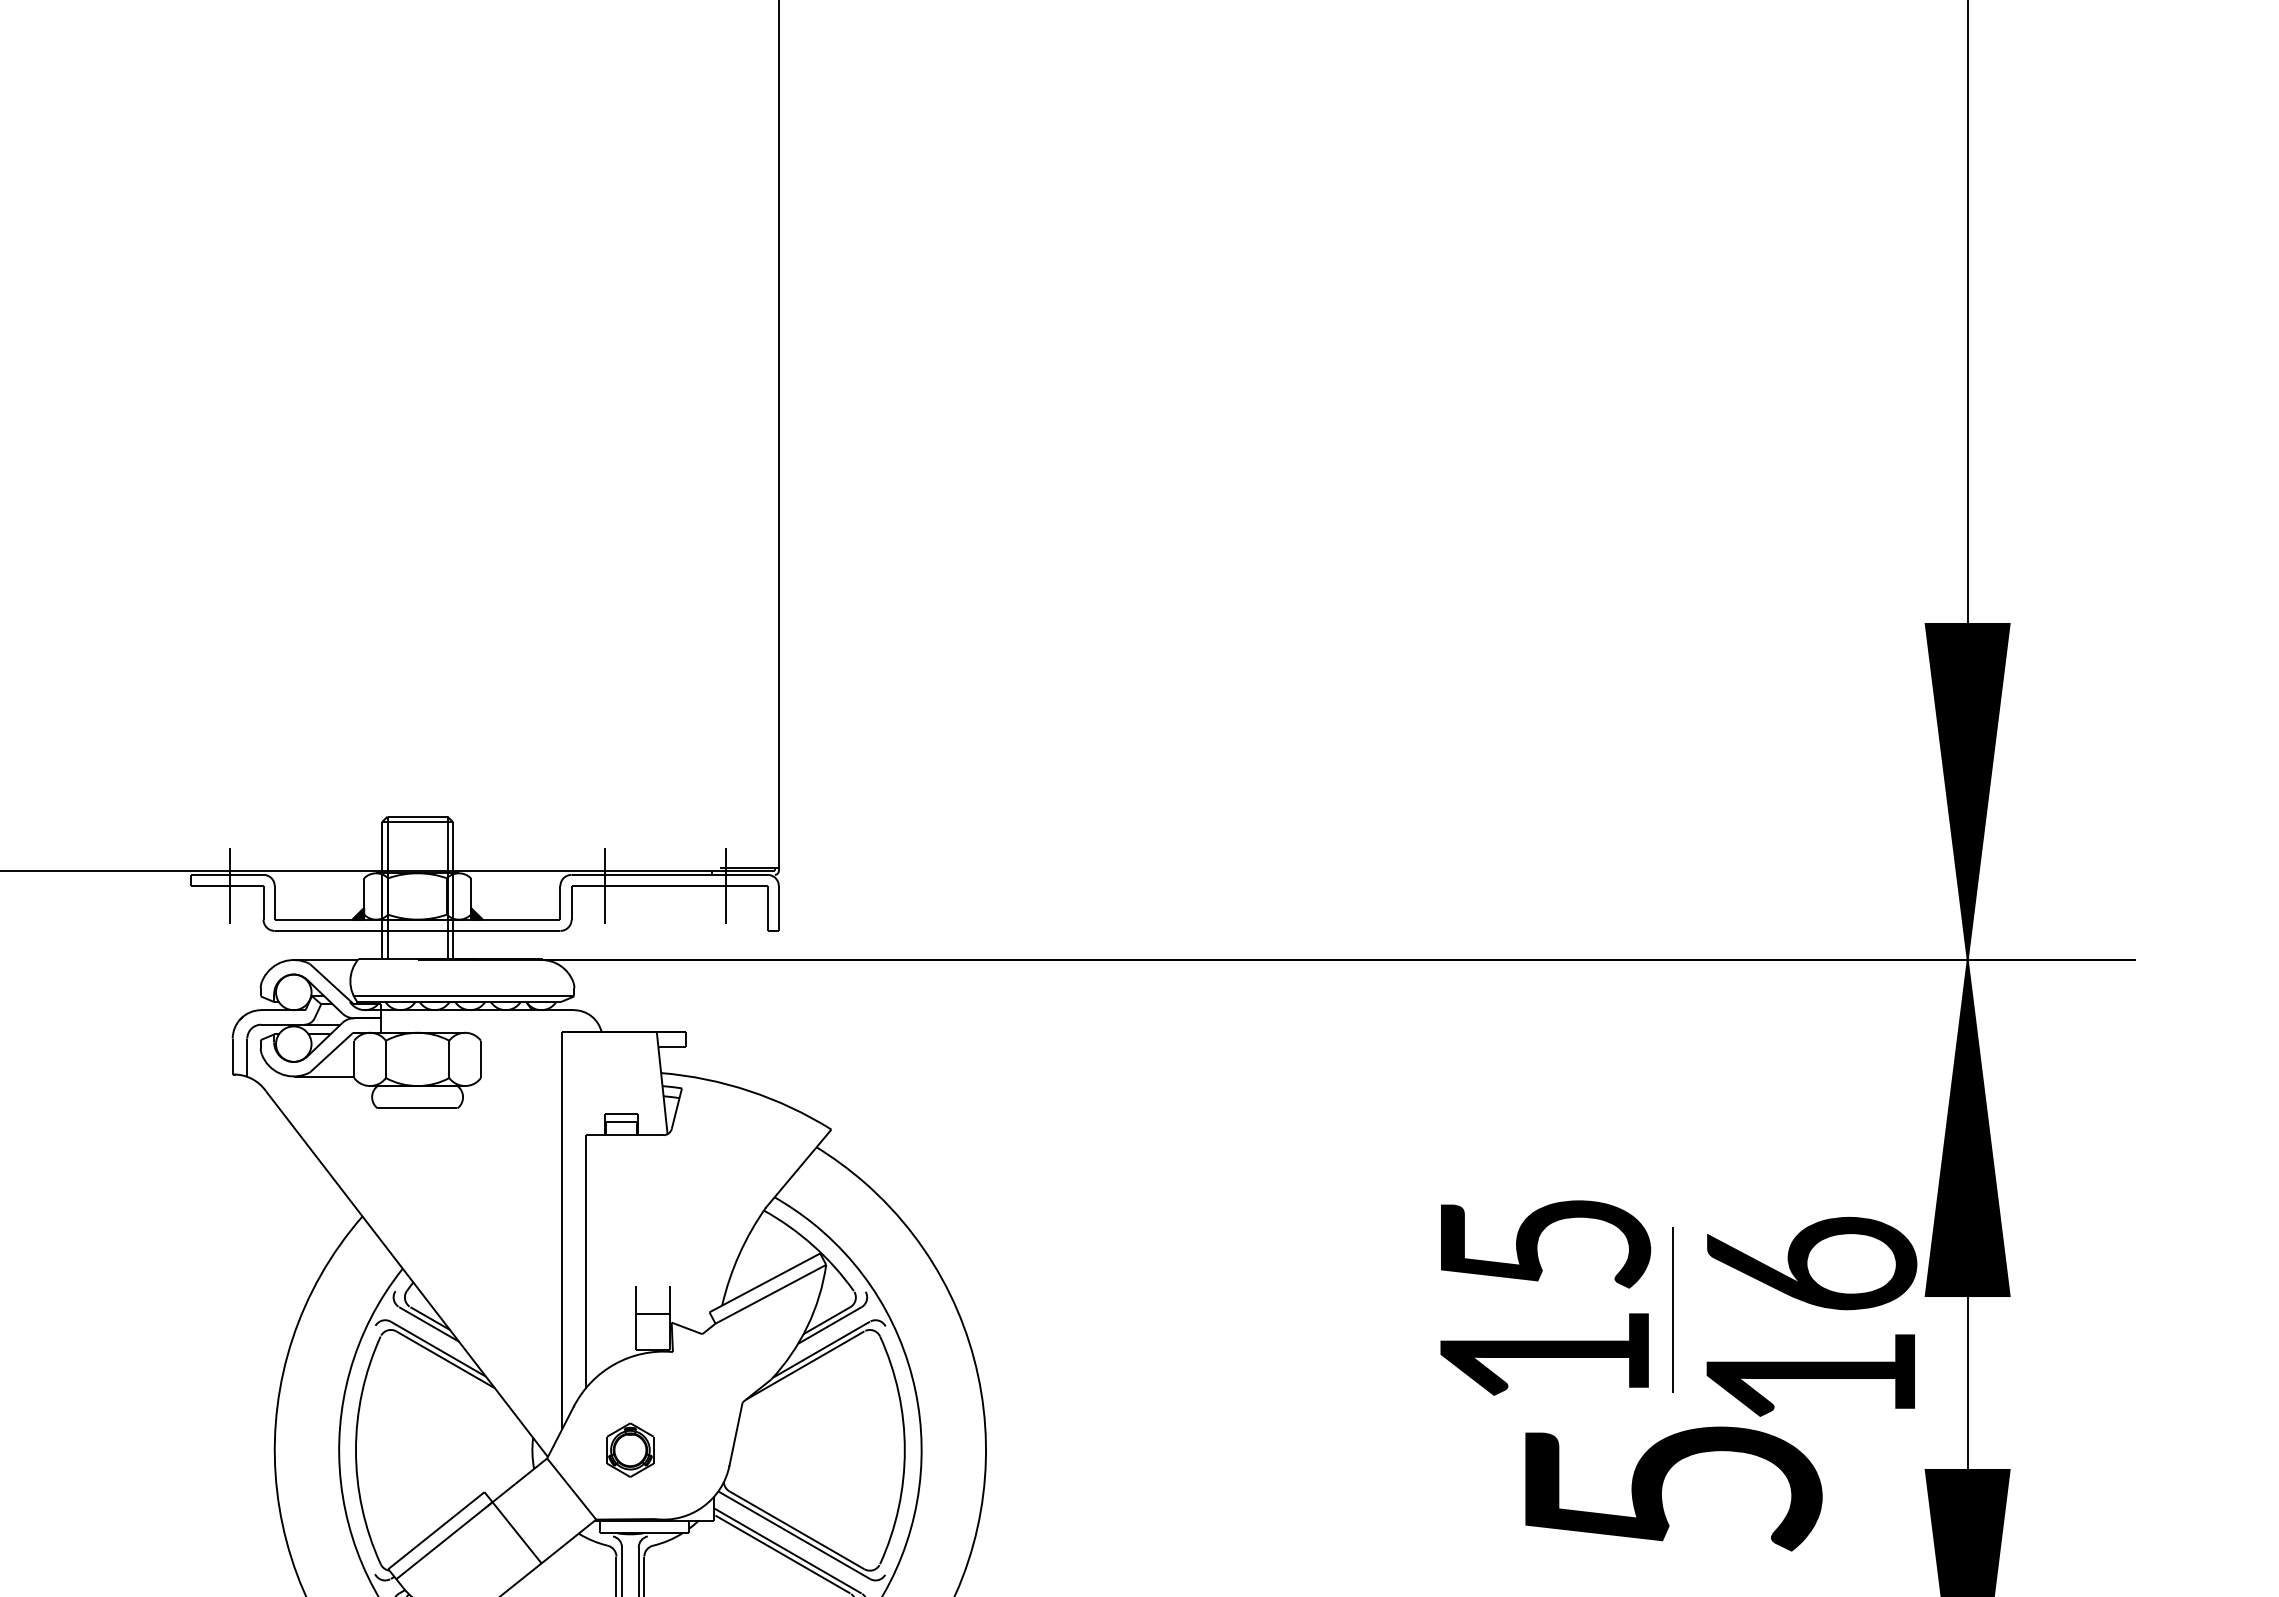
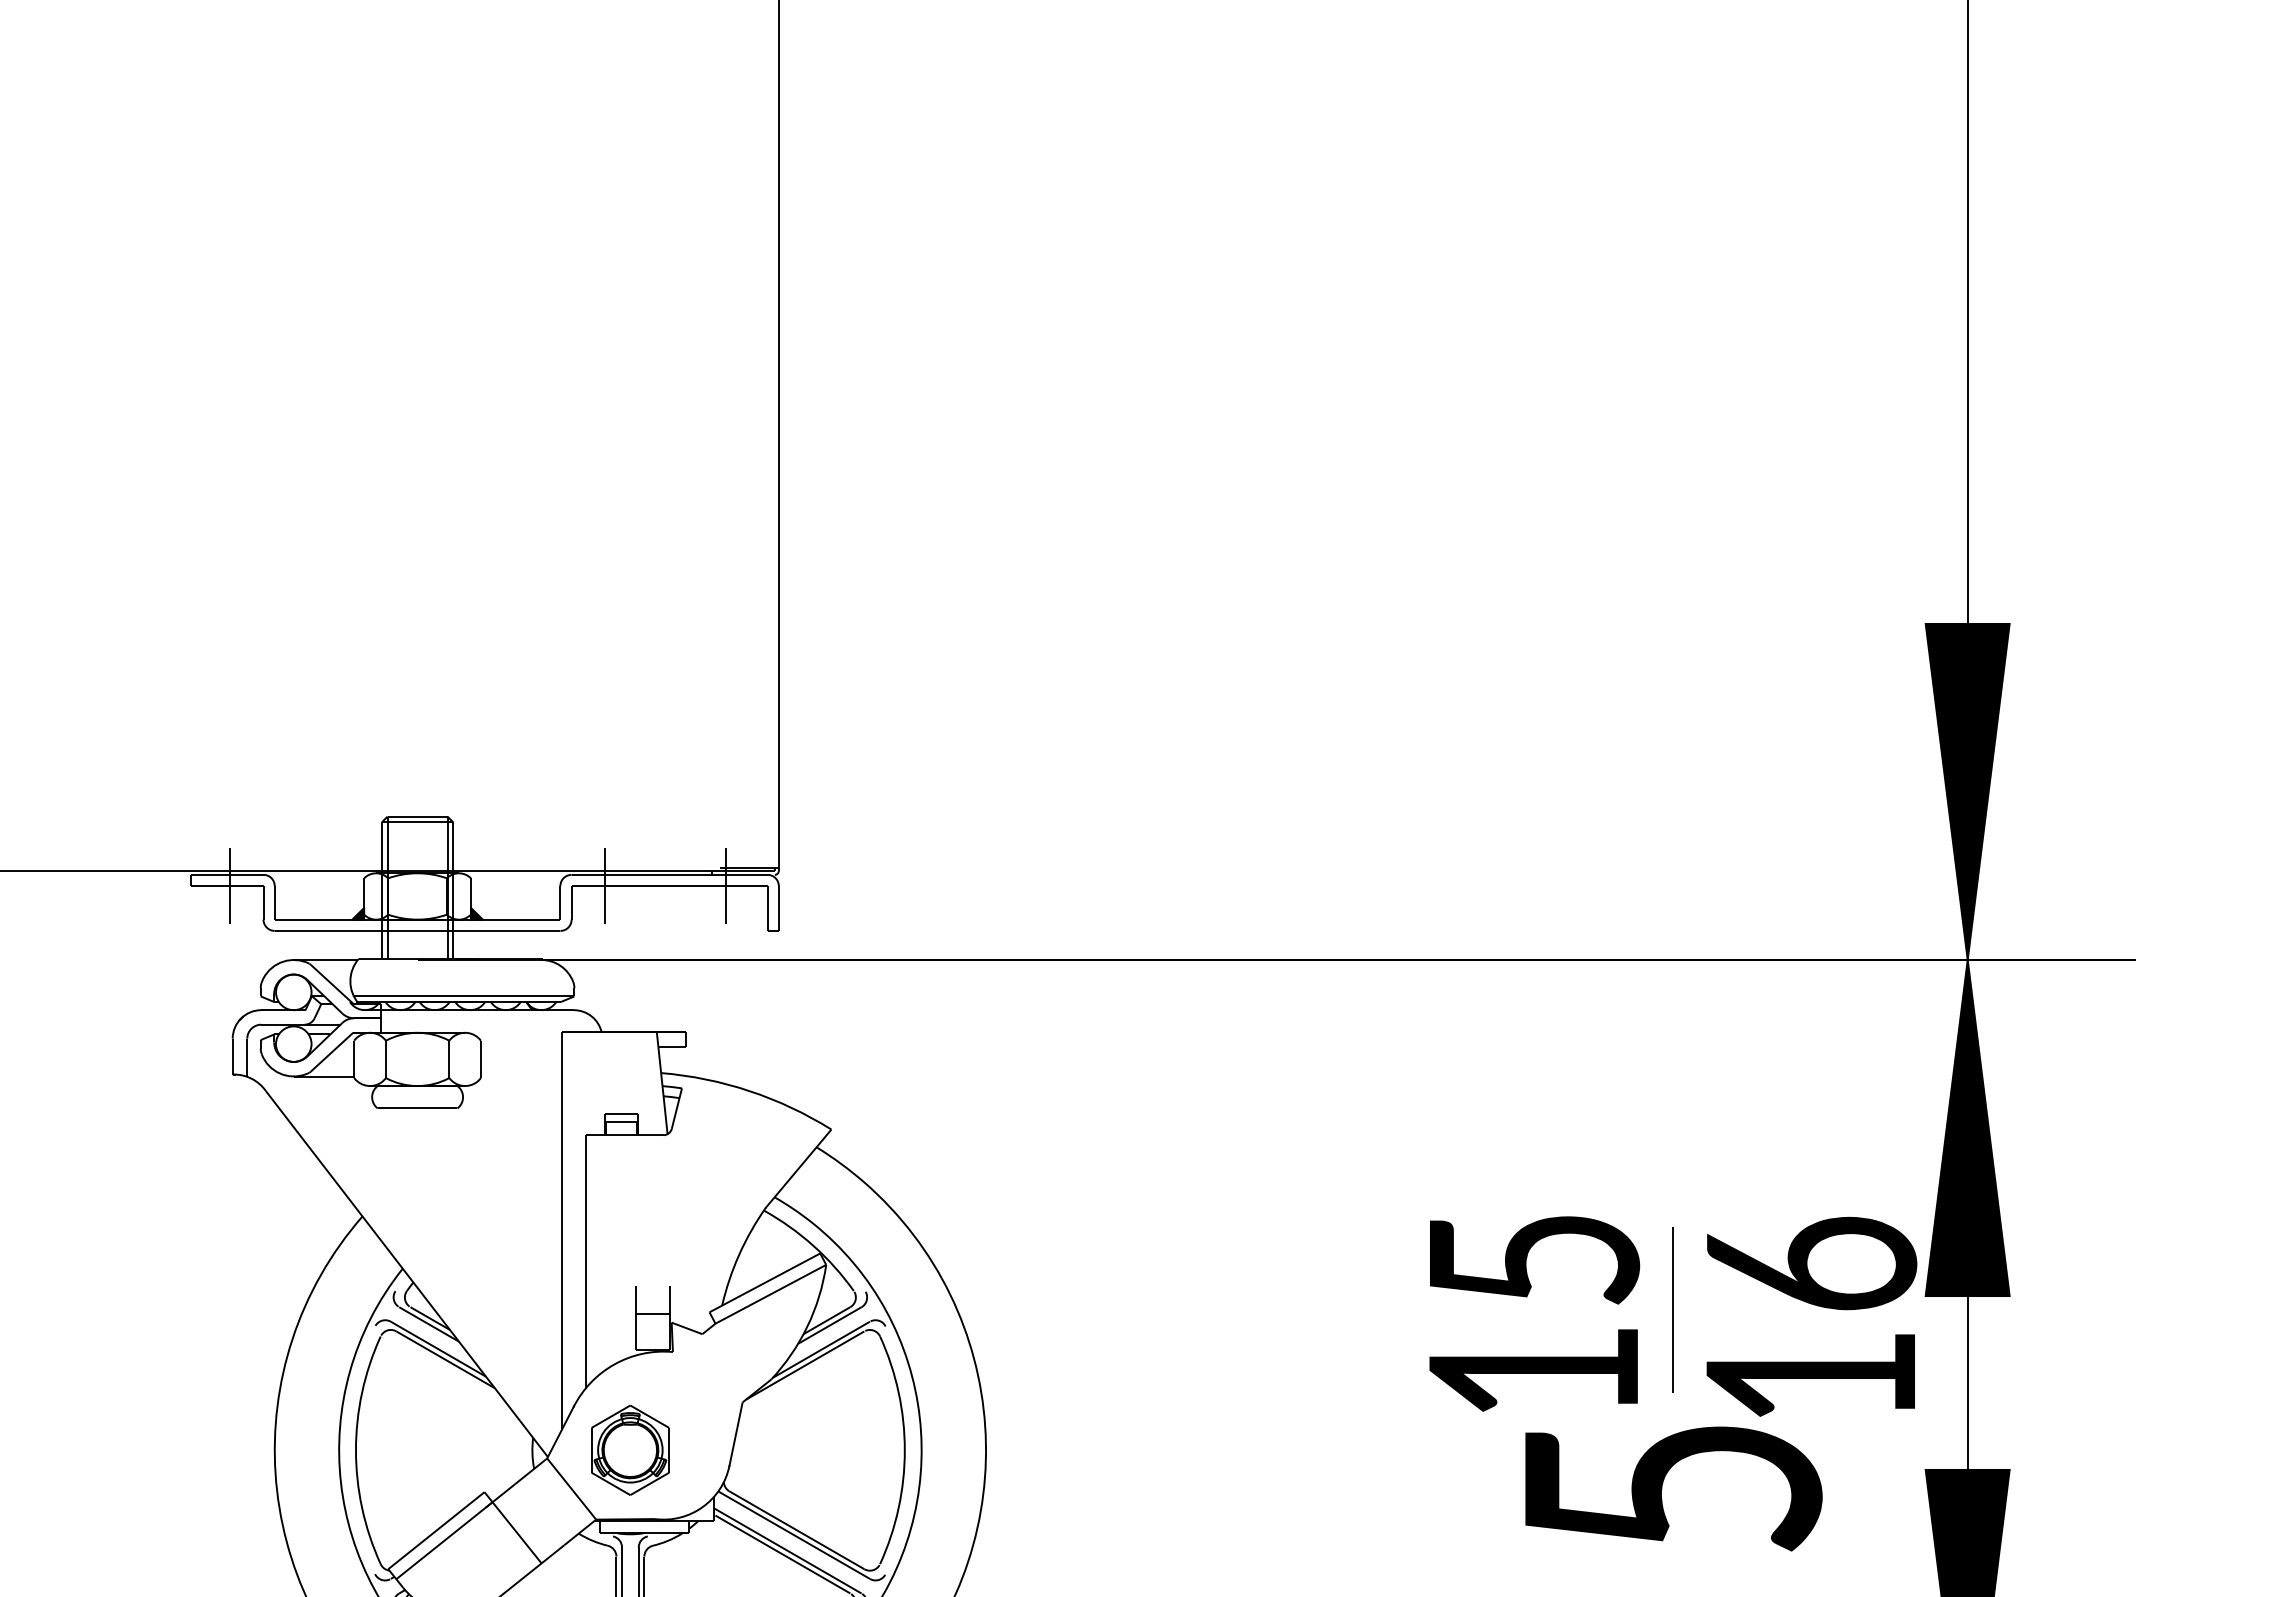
text at (1545, 1297) position: (1545, 1297) -> (1534, 1313)
part at (630, 1449) size: 49x56 px -> 79x92 px
